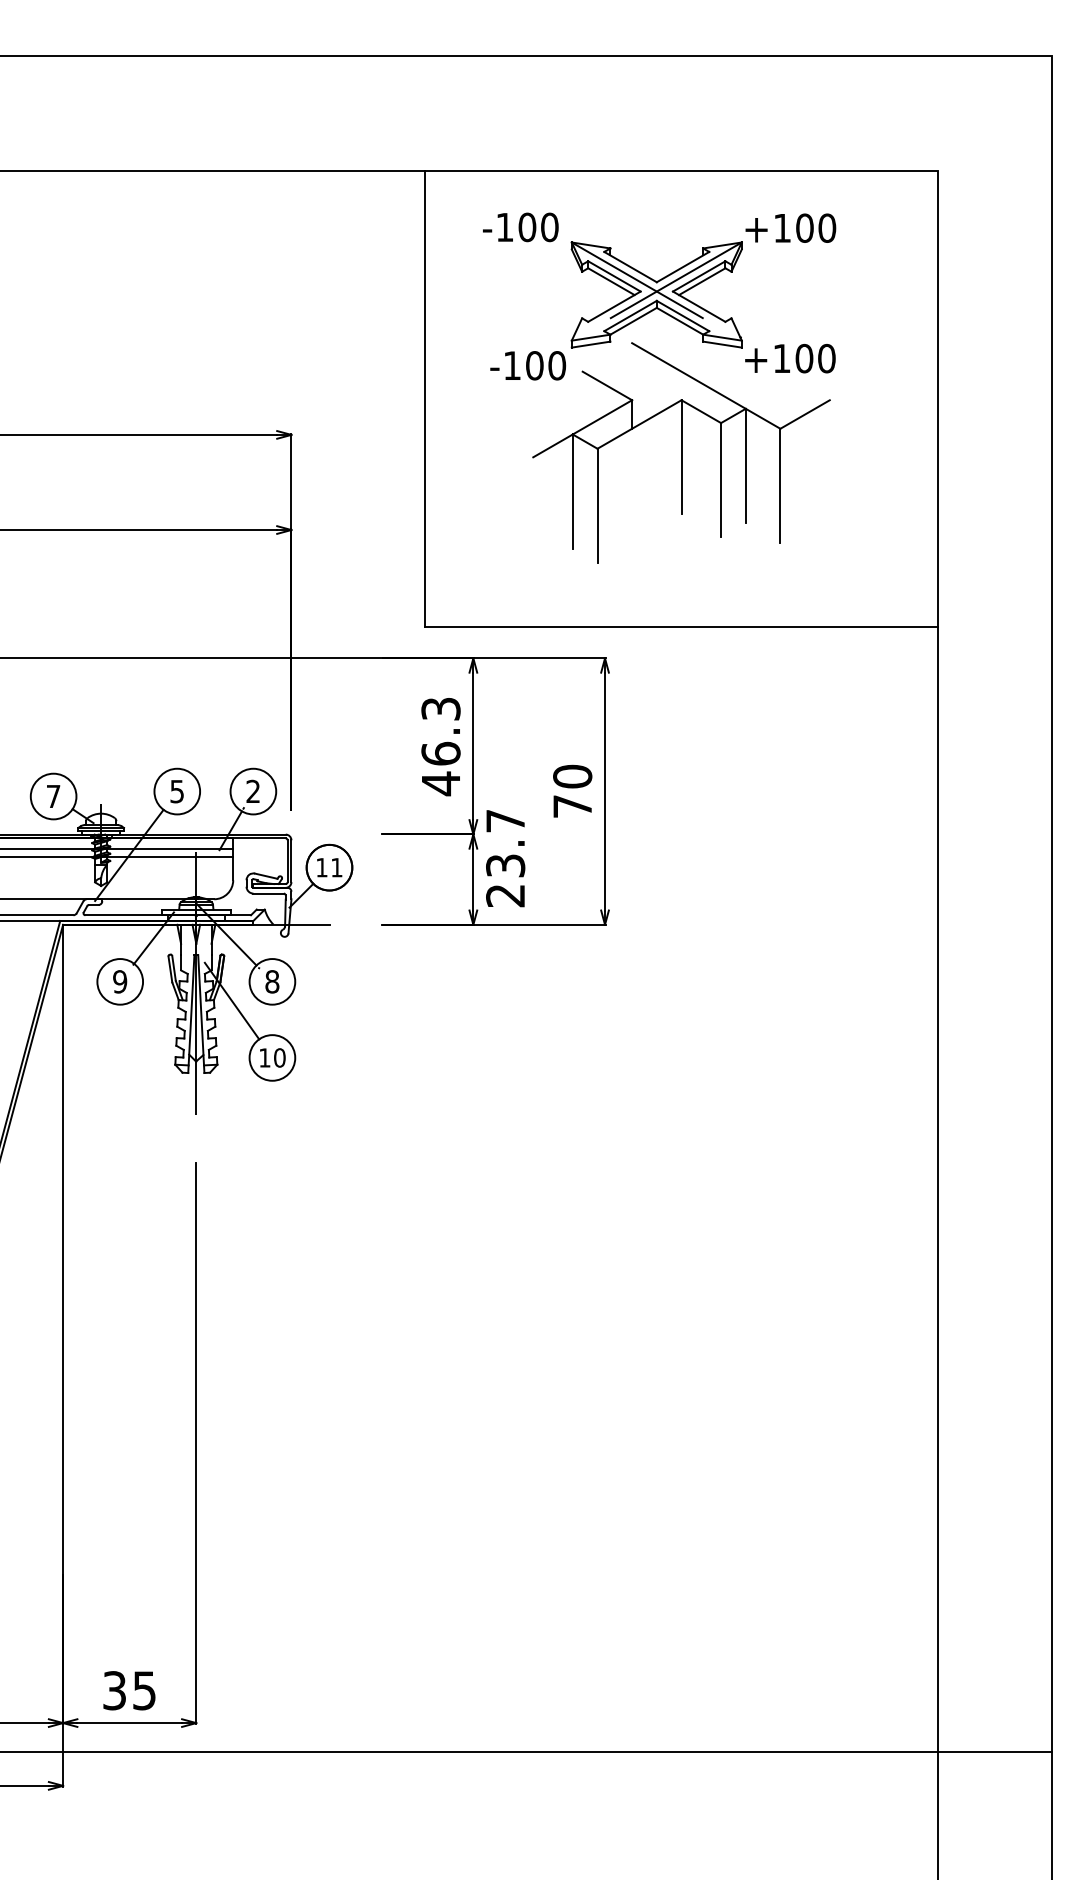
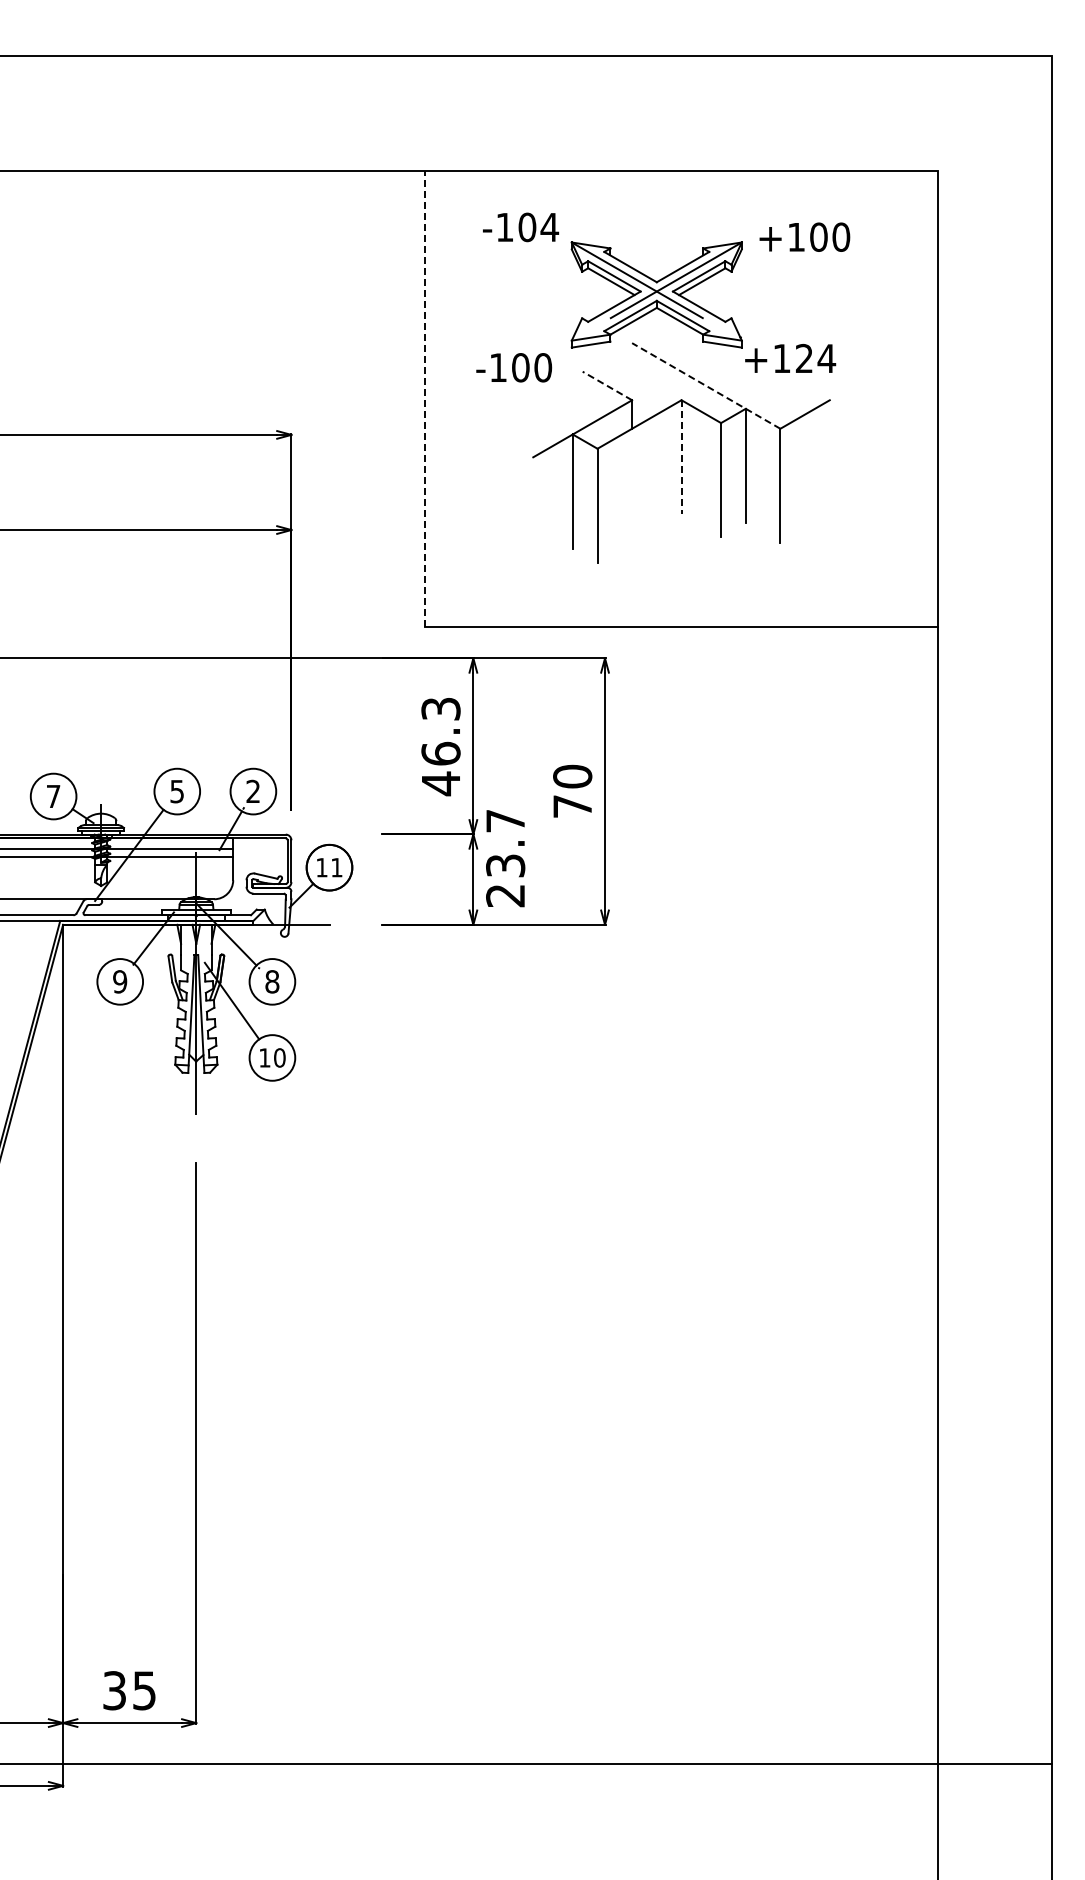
text at (549, 227): -100 -> -104
text at (790, 227) position: (790, 227) -> (804, 236)
text at (815, 358): +100 -> +124
text at (528, 365) position: (528, 365) -> (514, 367)
line at (607, 385): solid -> dashed
line at (706, 385): solid -> dashed
line at (424, 398): solid -> dashed
line at (681, 457): solid -> dashed
line at (527, 1751) position: (527, 1751) -> (527, 1763)
